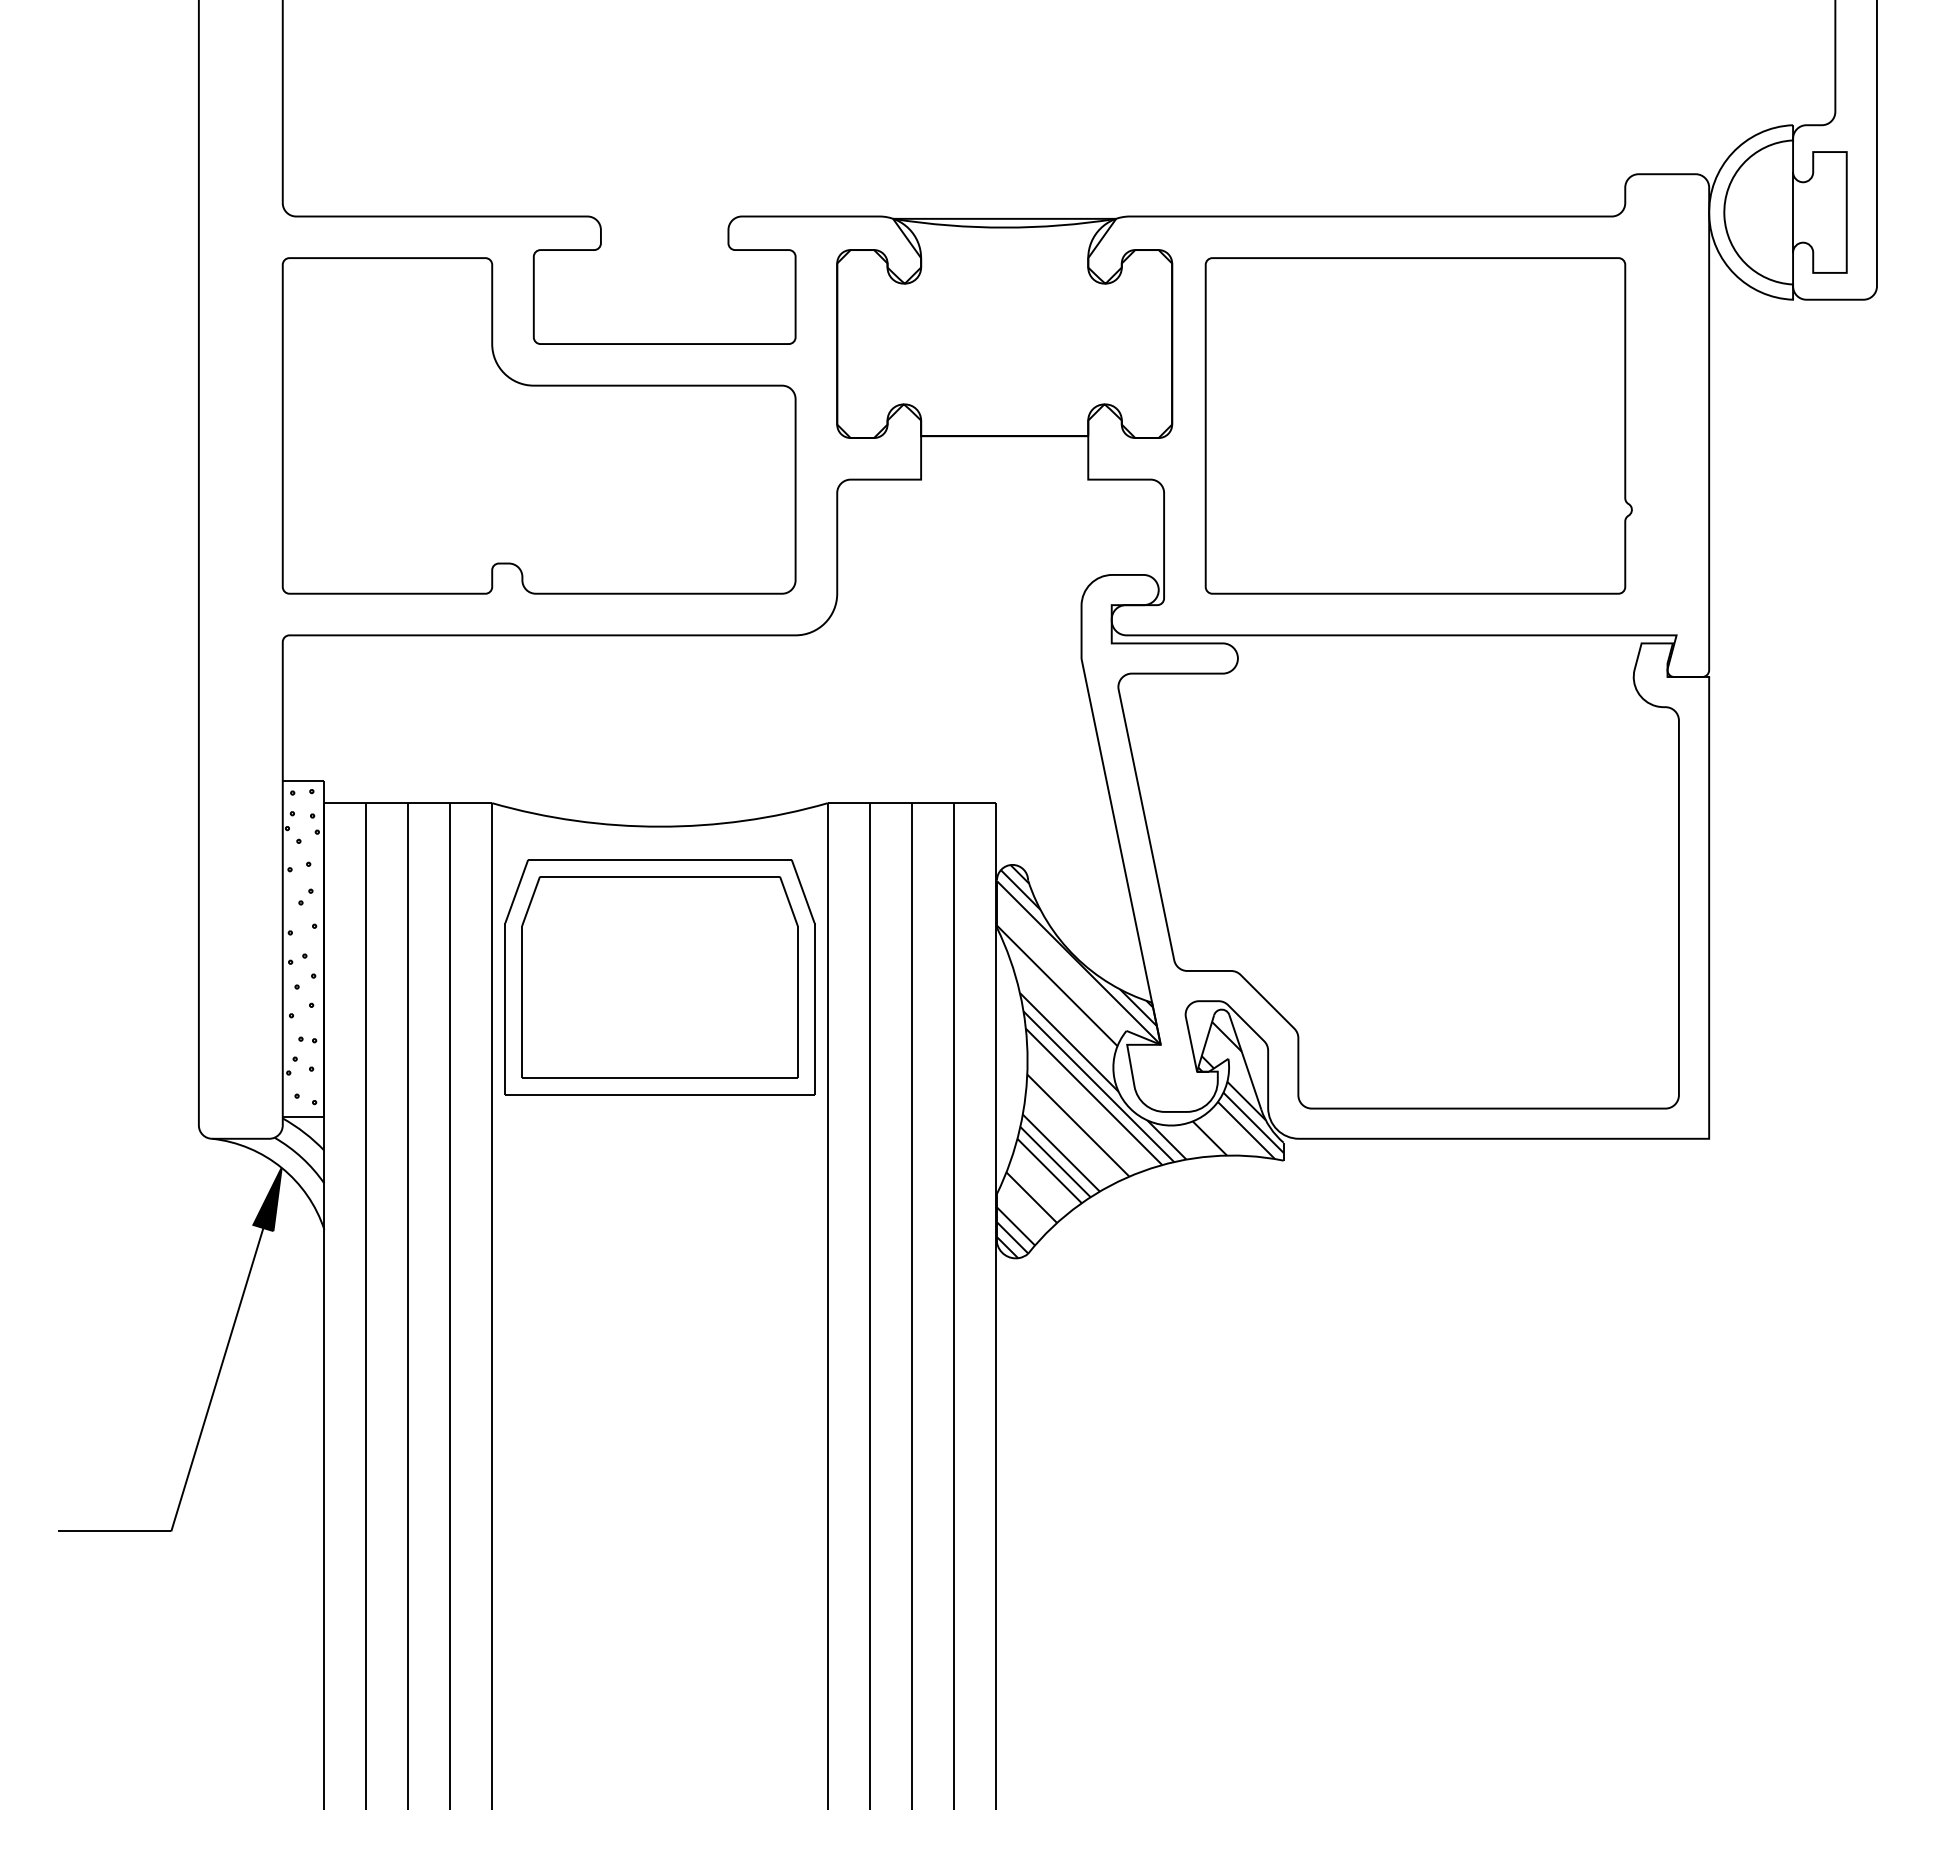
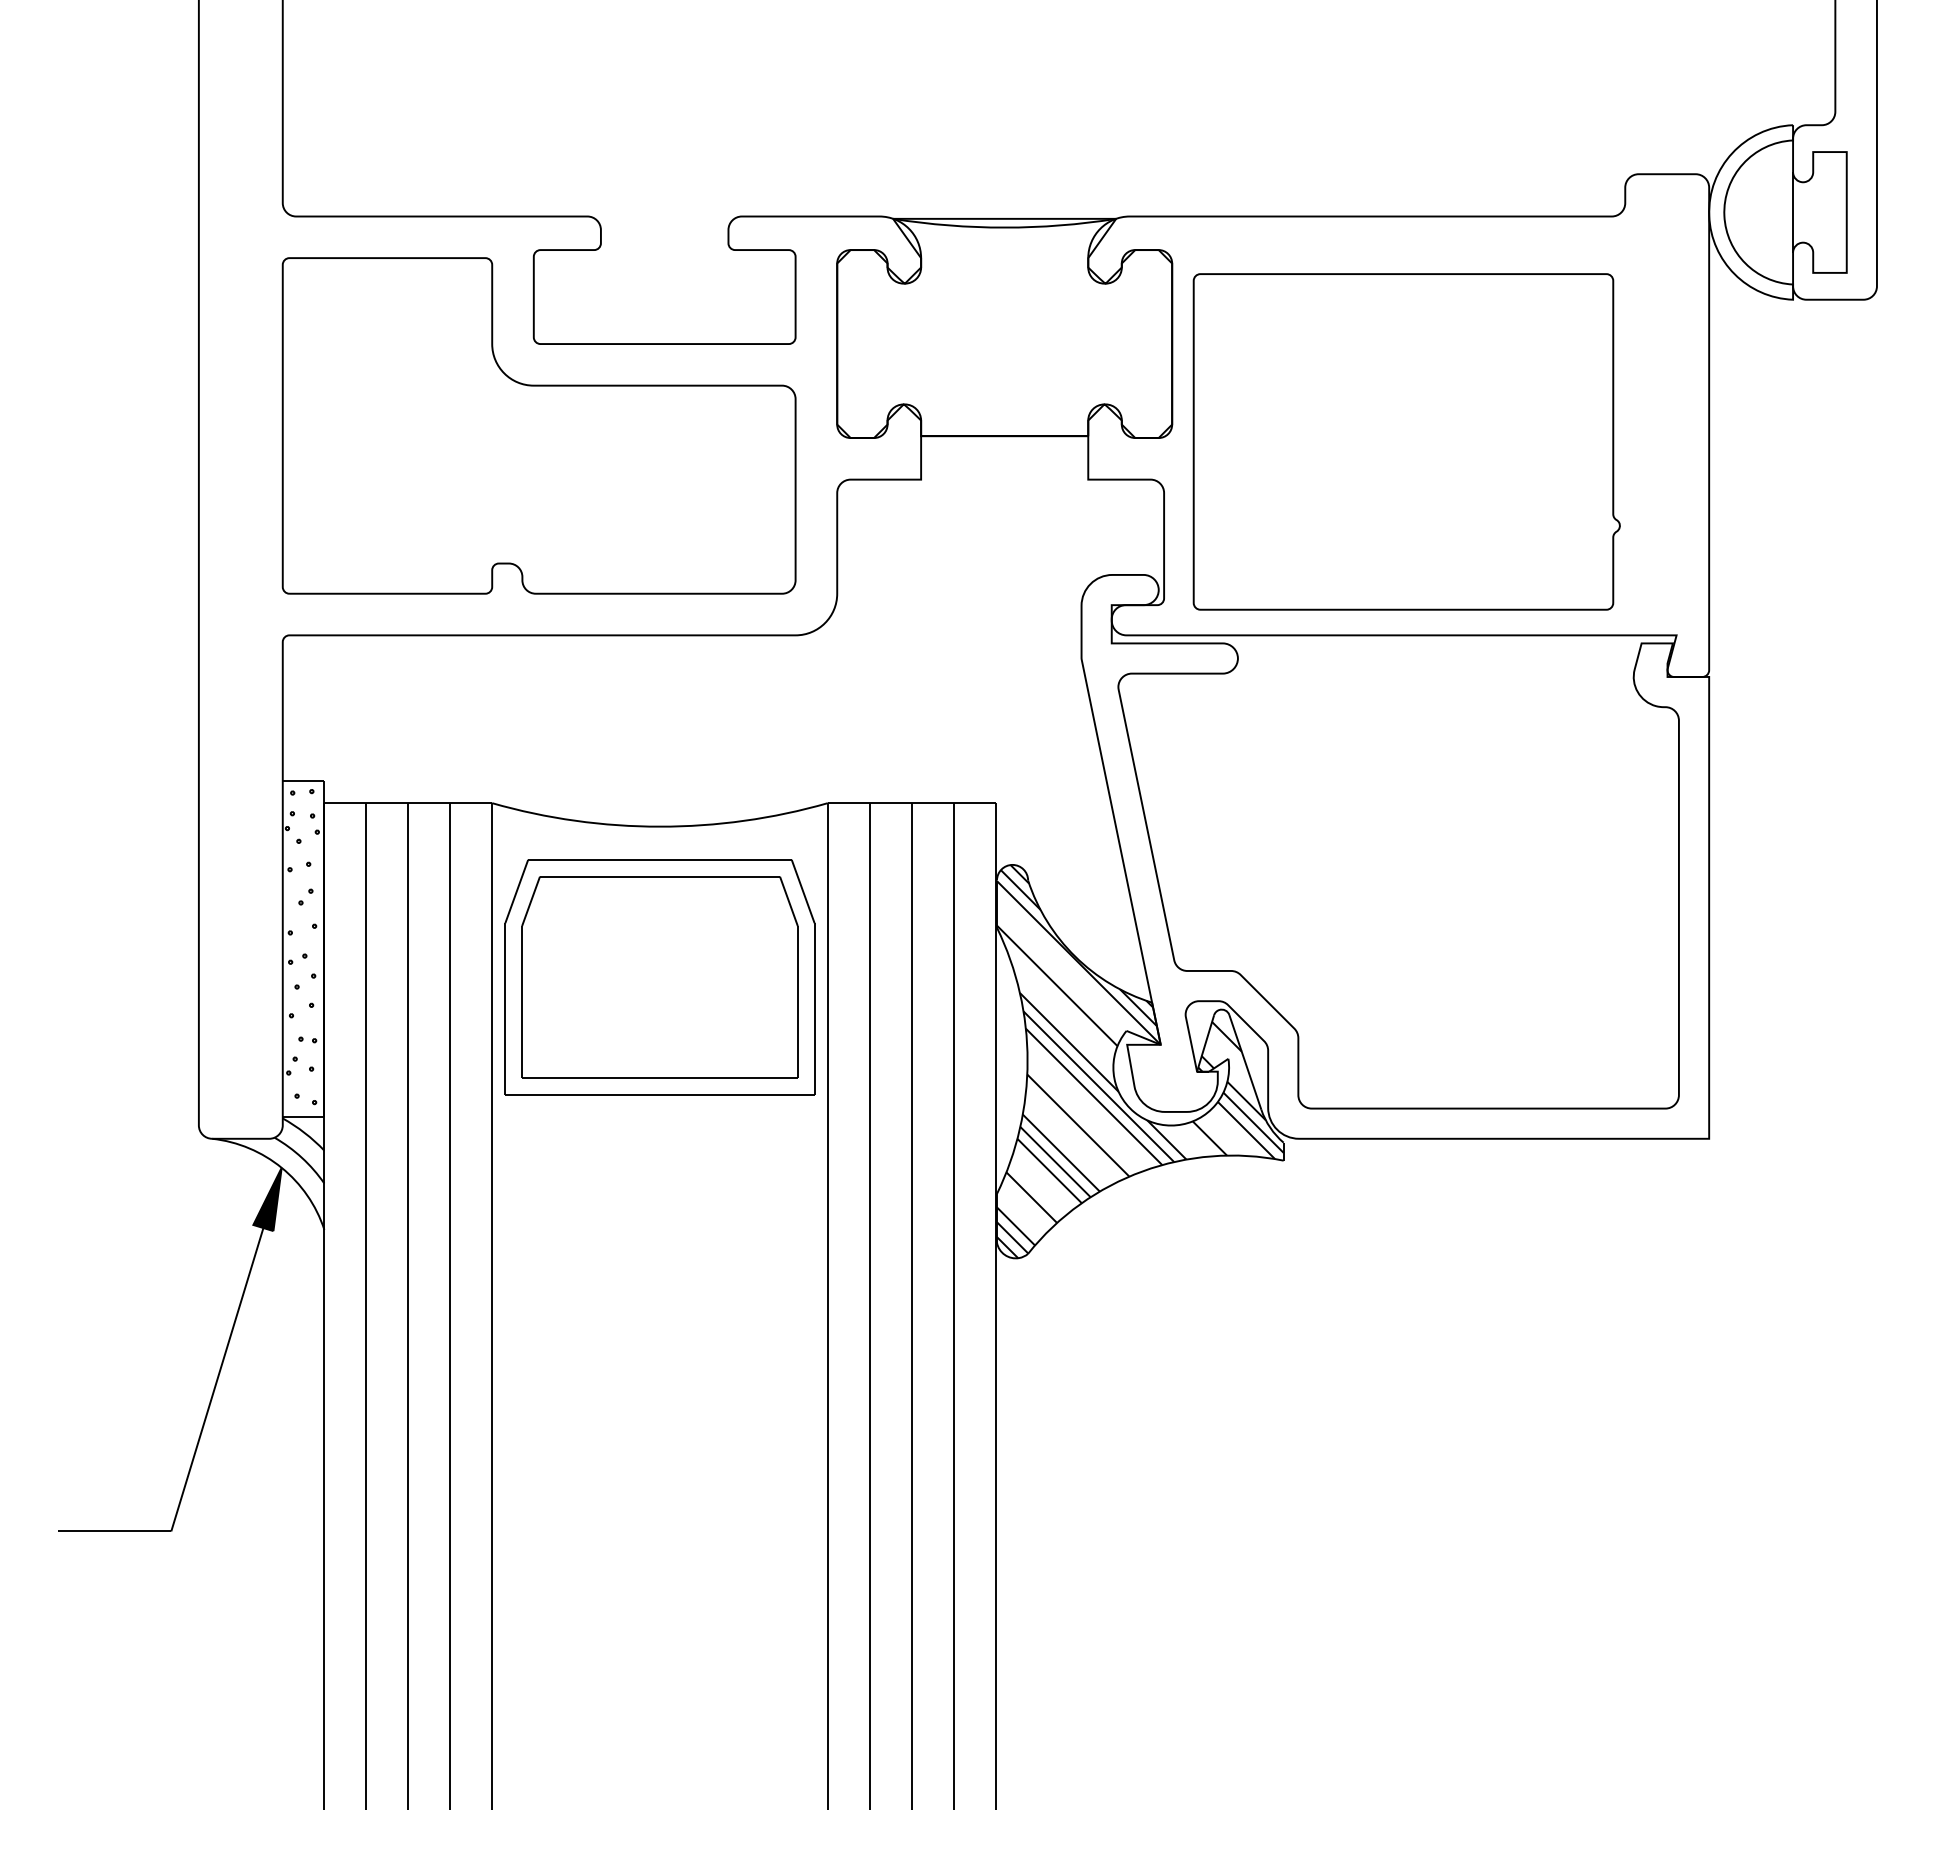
part at (1418, 425) position: (1418, 425) -> (1406, 441)
